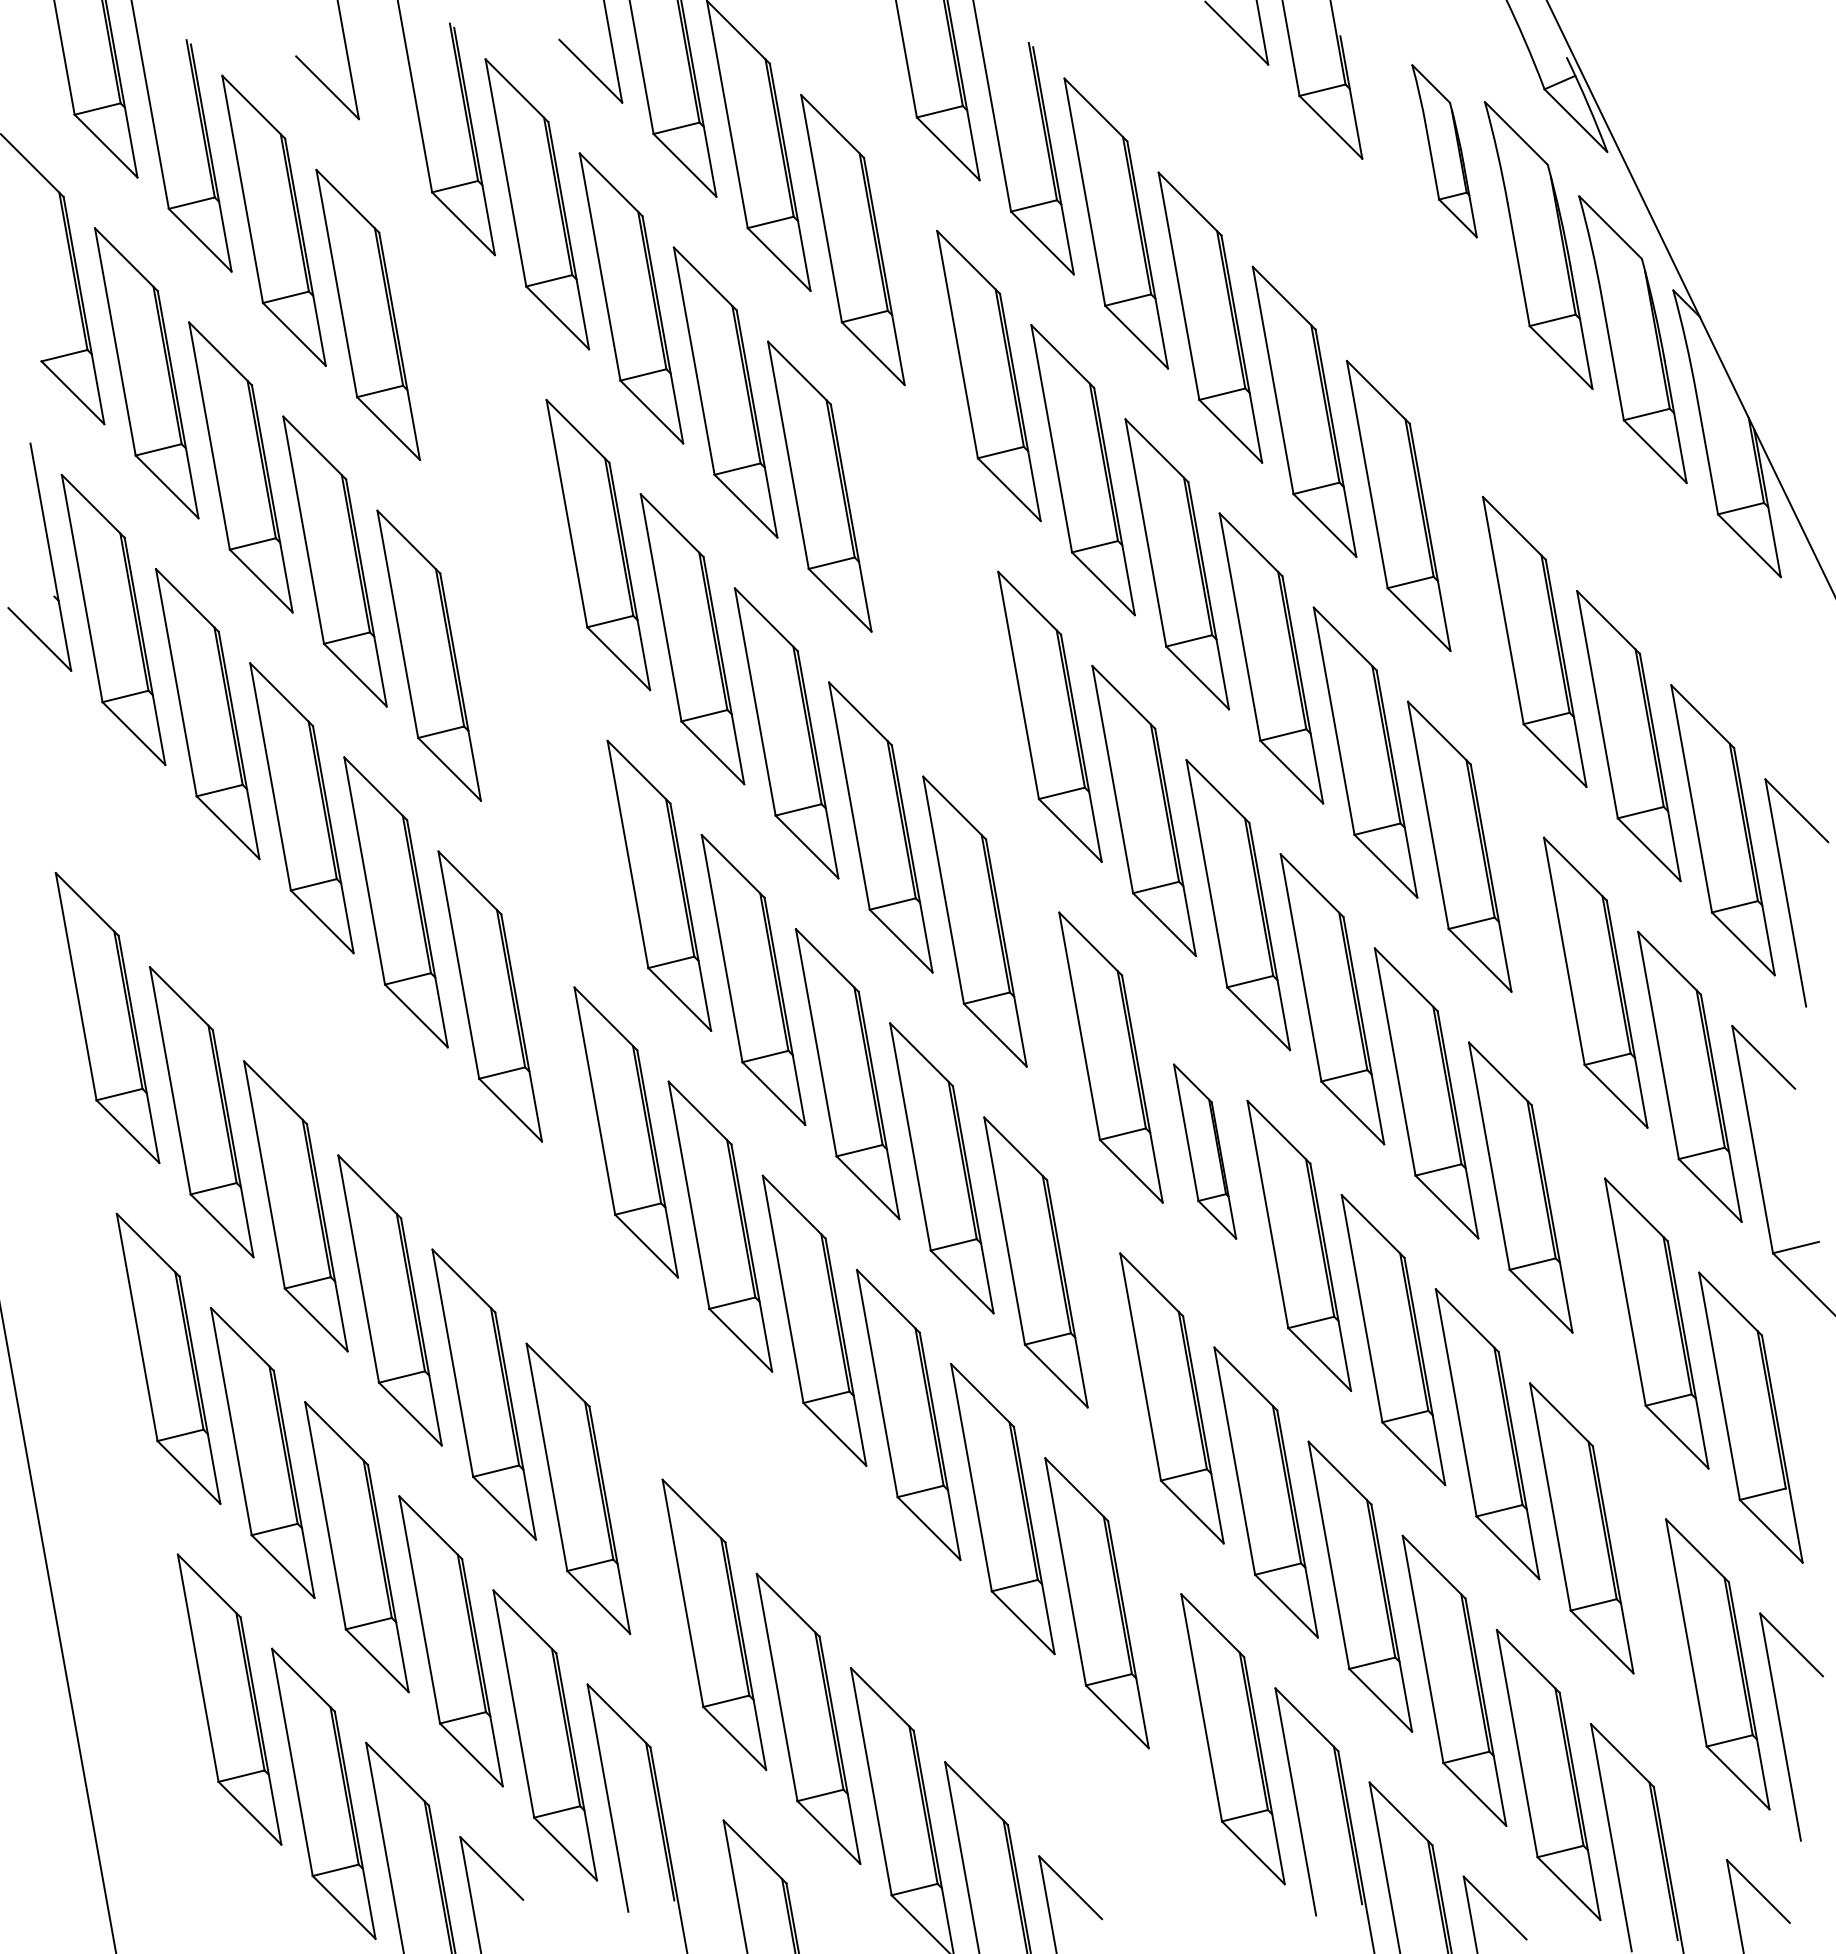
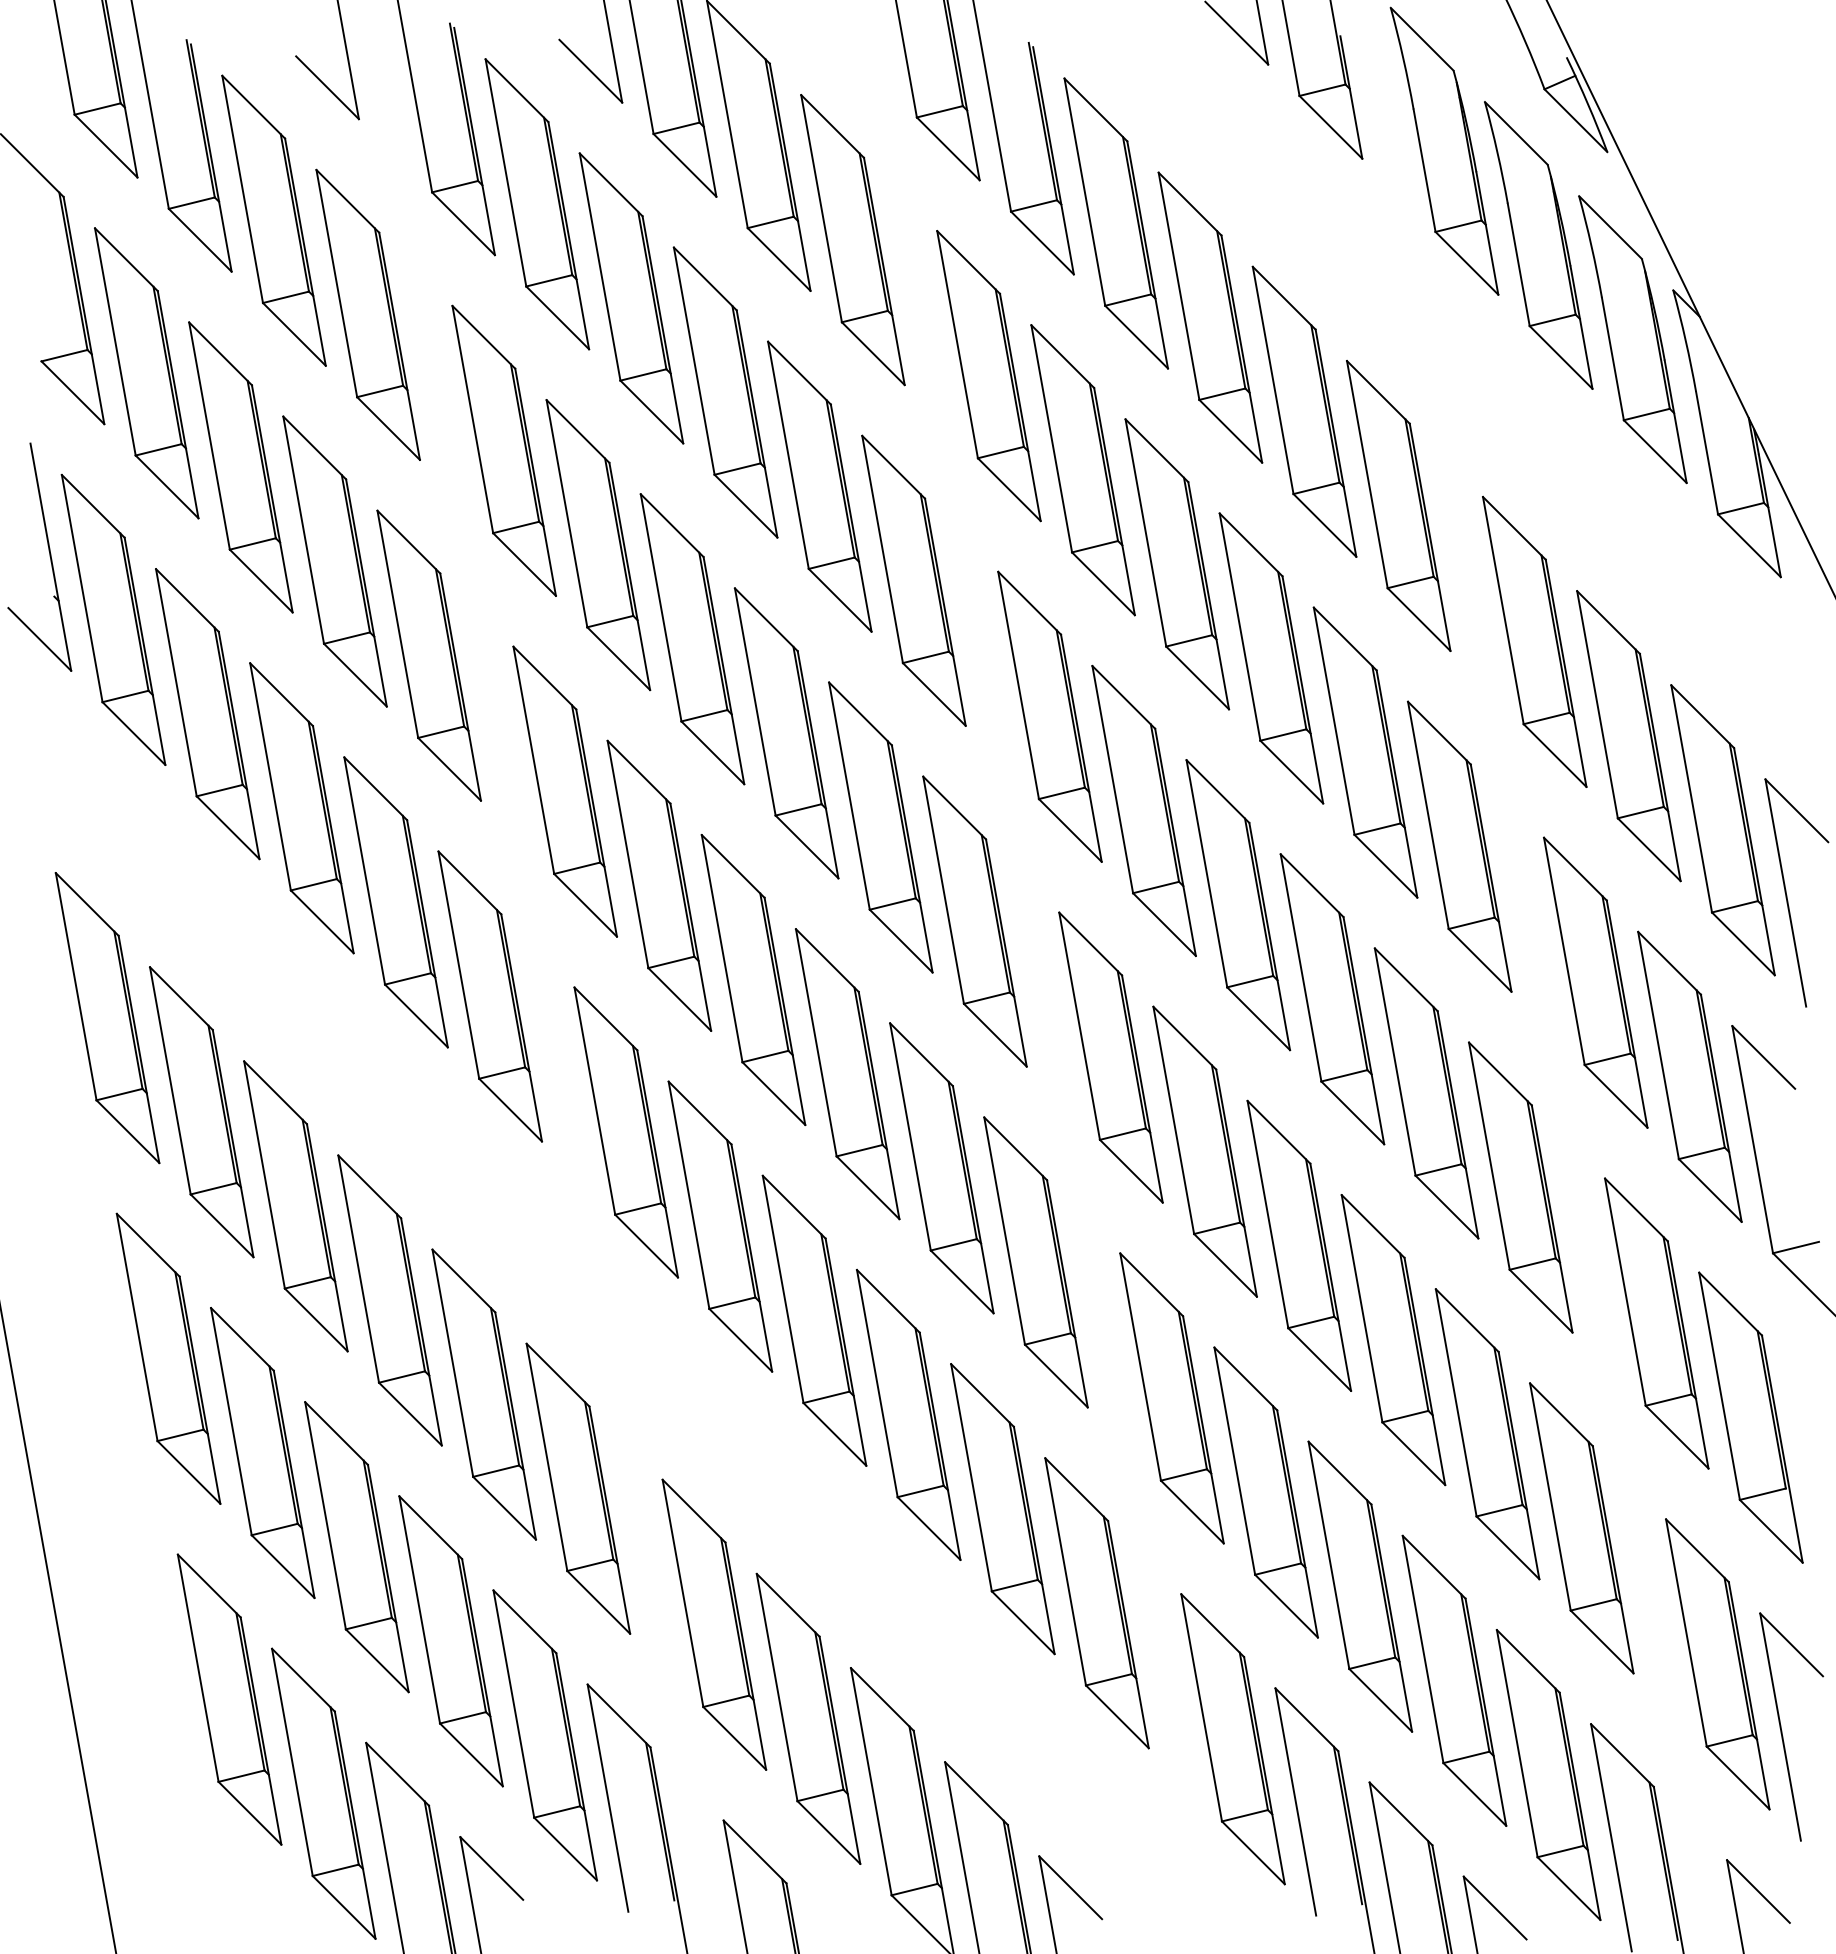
part at (1444, 151) size: 67x175 px -> 111x290 px
part at (503, 450): none -> present
part at (913, 580): none -> present
part at (564, 791): none -> present
part at (1205, 1151) size: 65x177 px -> 106x293 px
